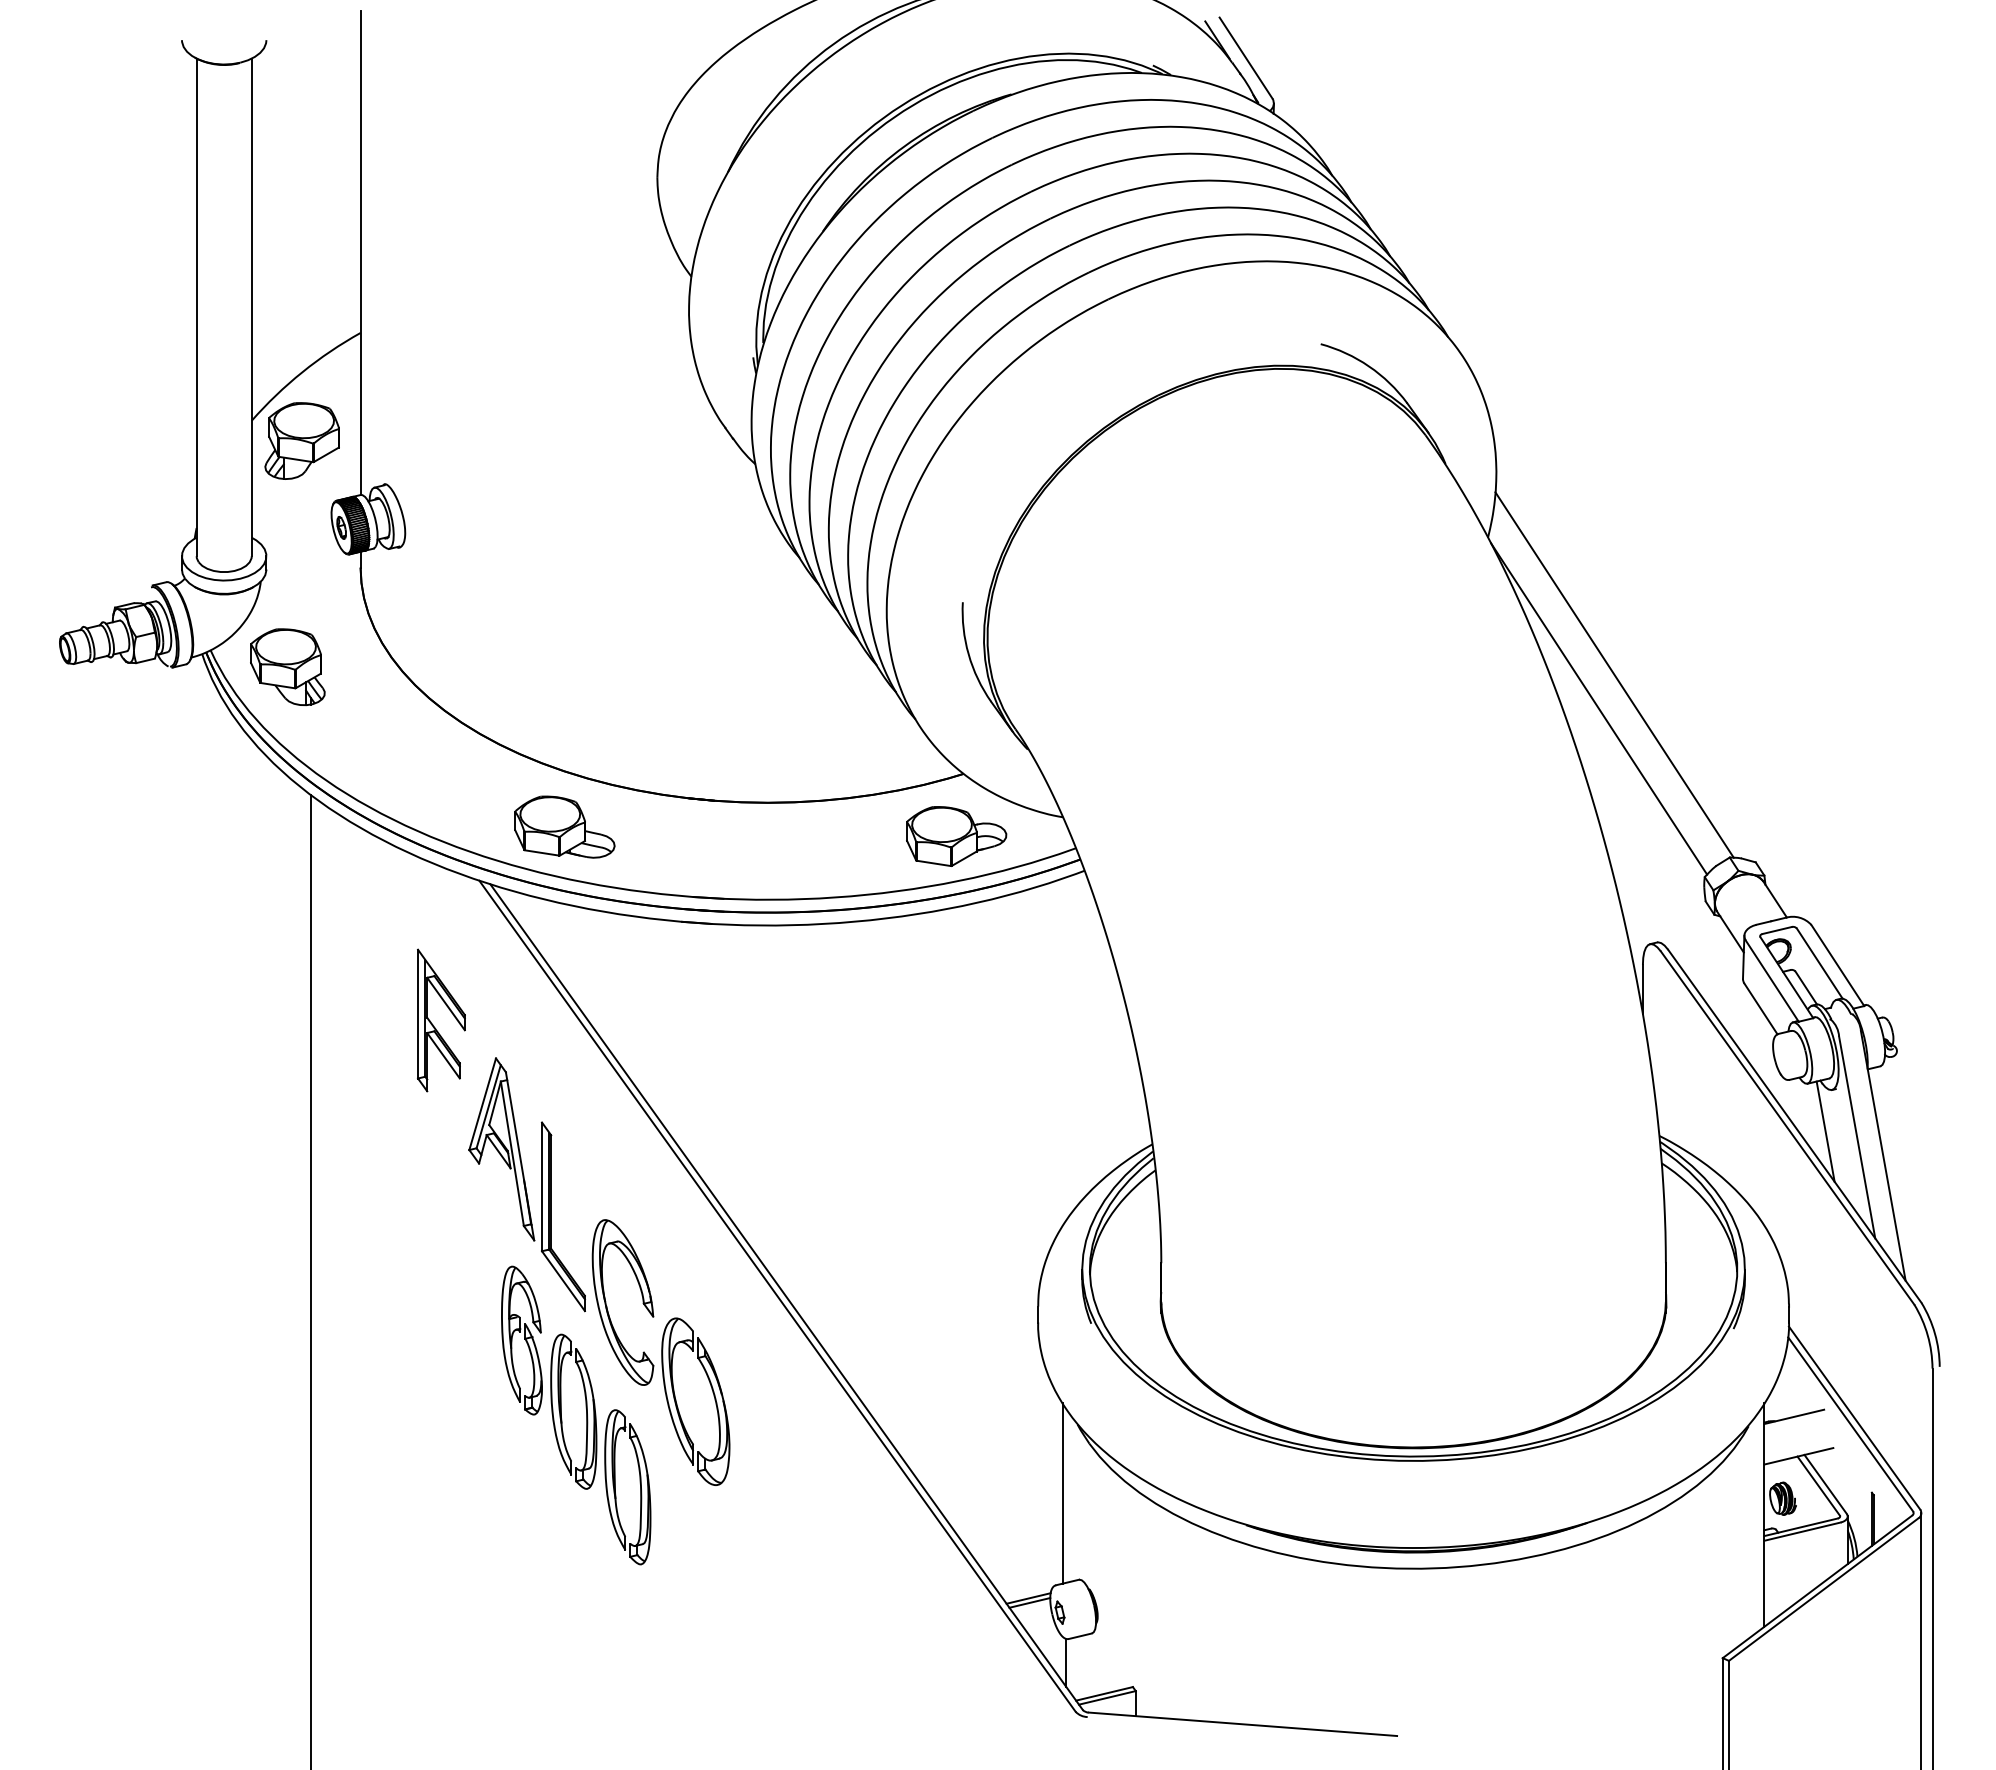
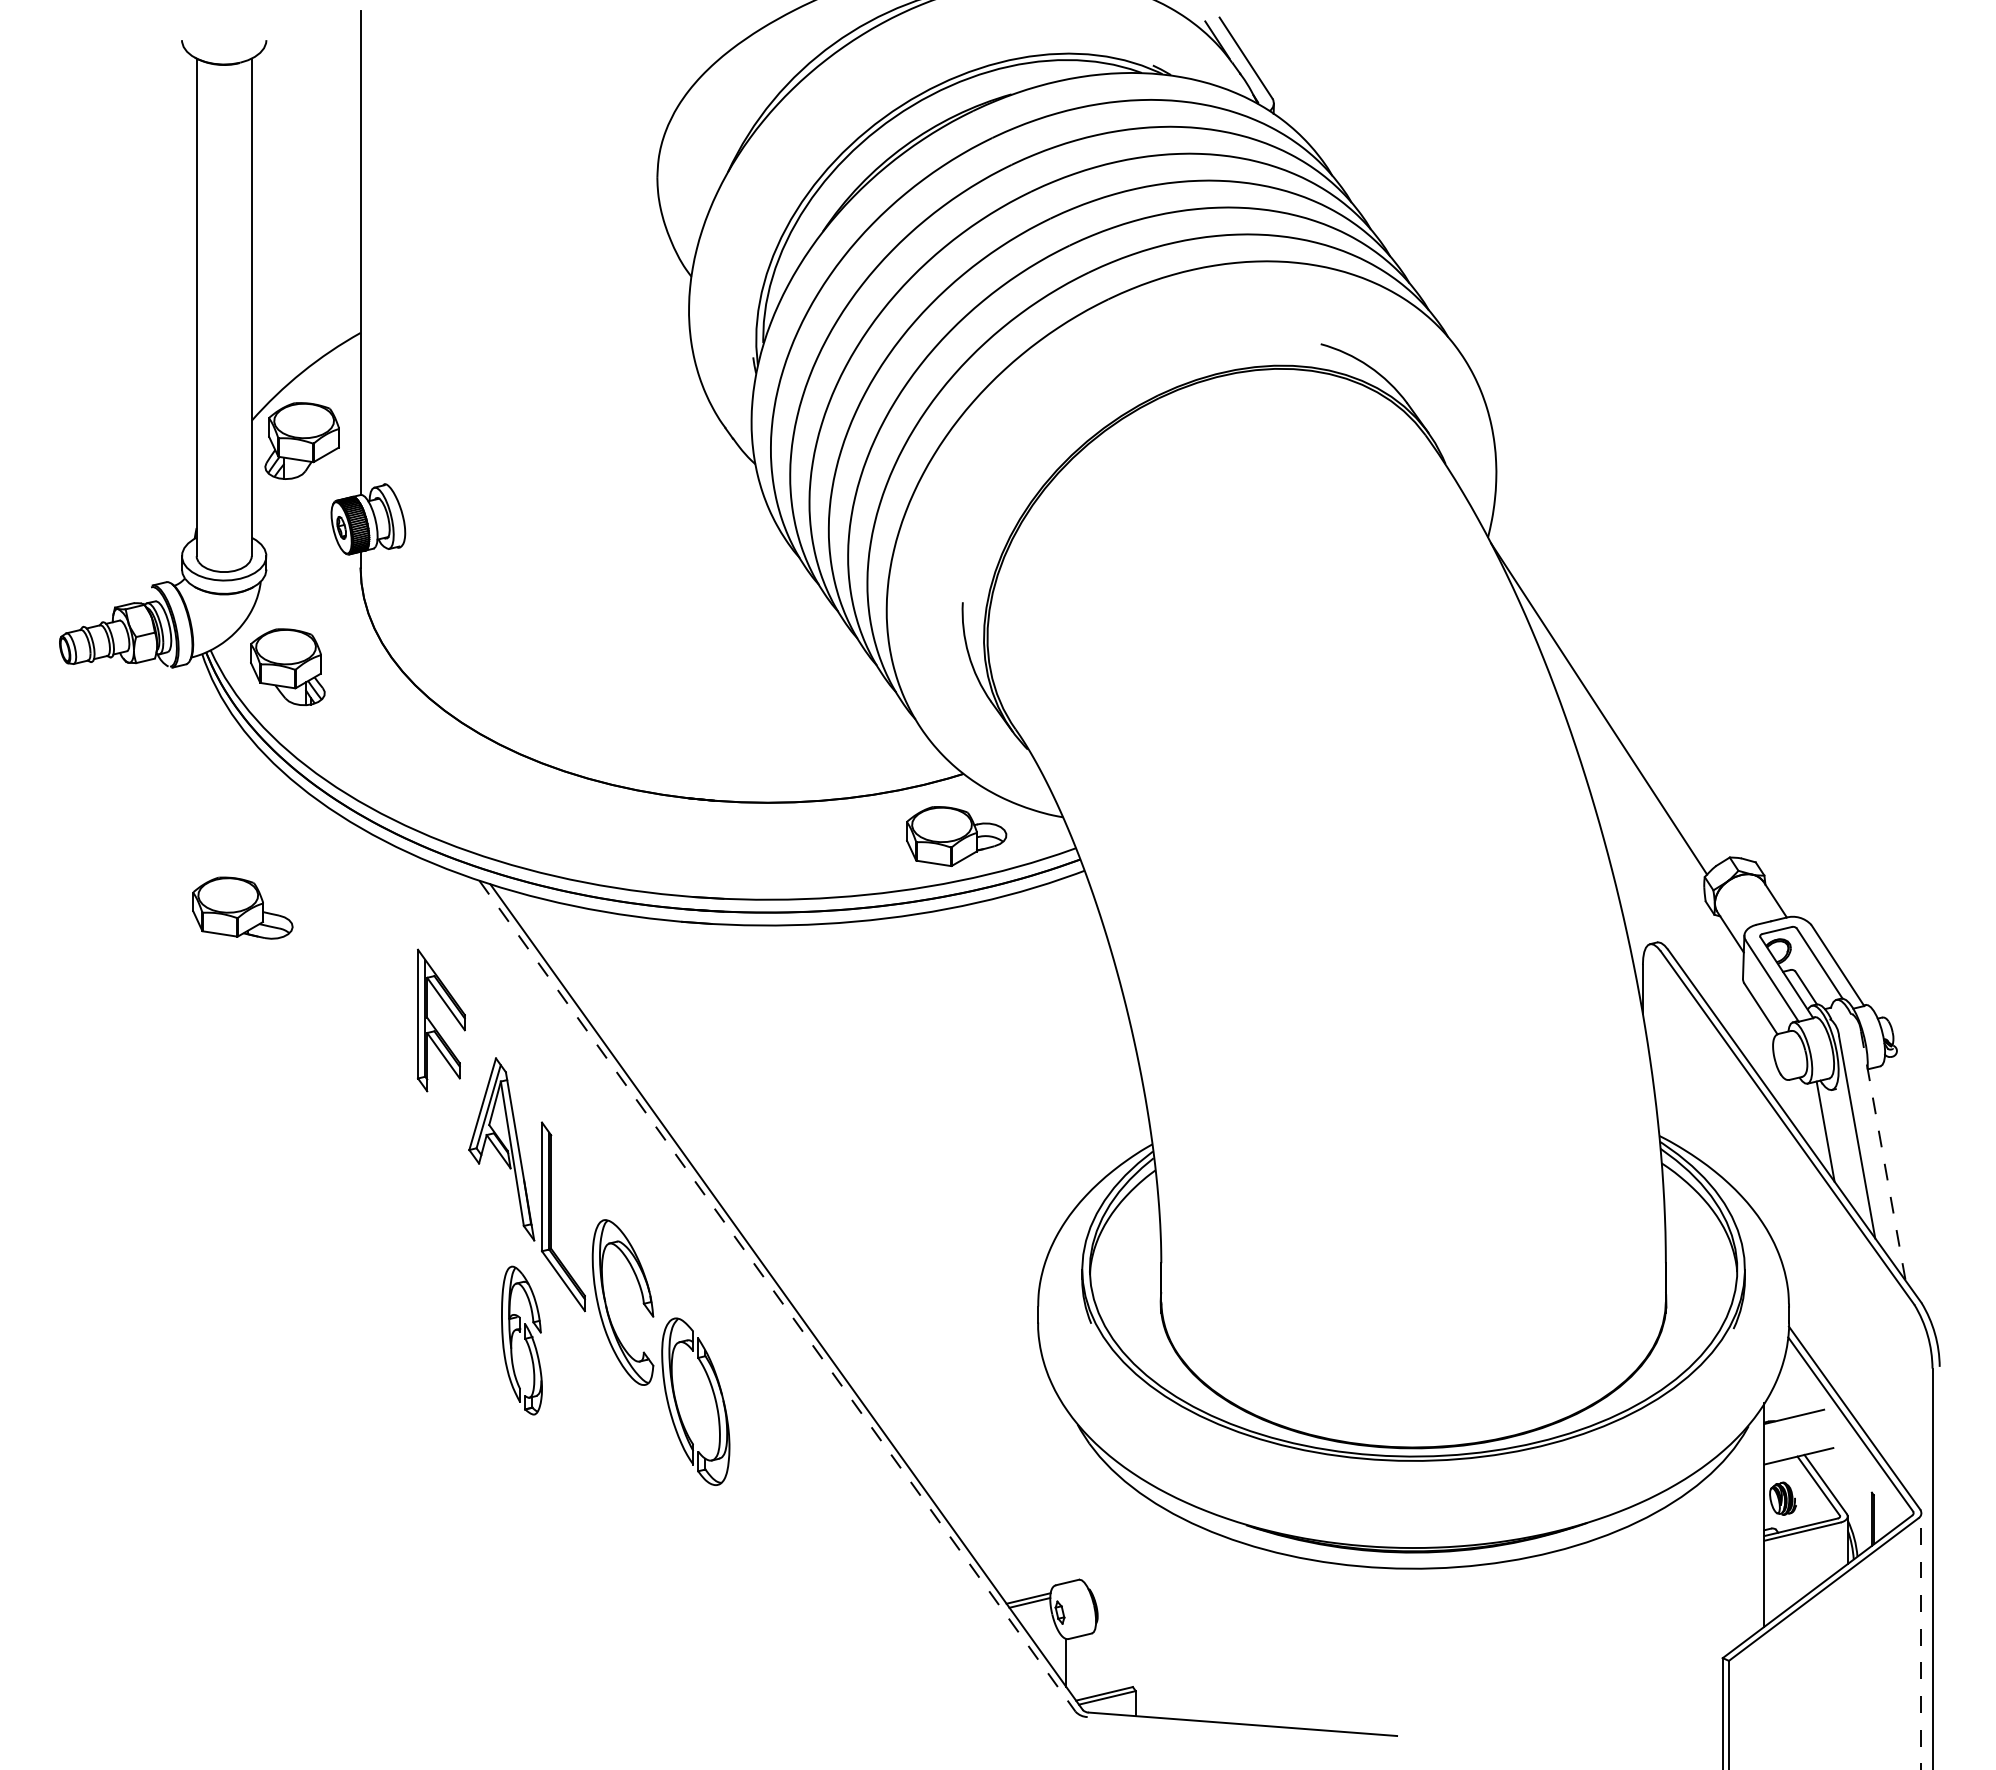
line at (1614, 674): present -> none
part at (564, 826) position: (564, 826) -> (242, 907)
line at (1883, 1156): solid -> dashed
line at (310, 1280): present -> none
line at (777, 1296): solid -> dashed
part at (600, 1449): present -> none
line at (1062, 1493): present -> none
line at (1921, 1640): solid -> dashed
